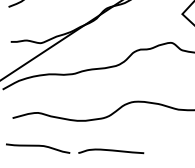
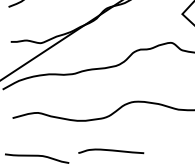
curve at (38, 146) position: (38, 146) -> (37, 156)
